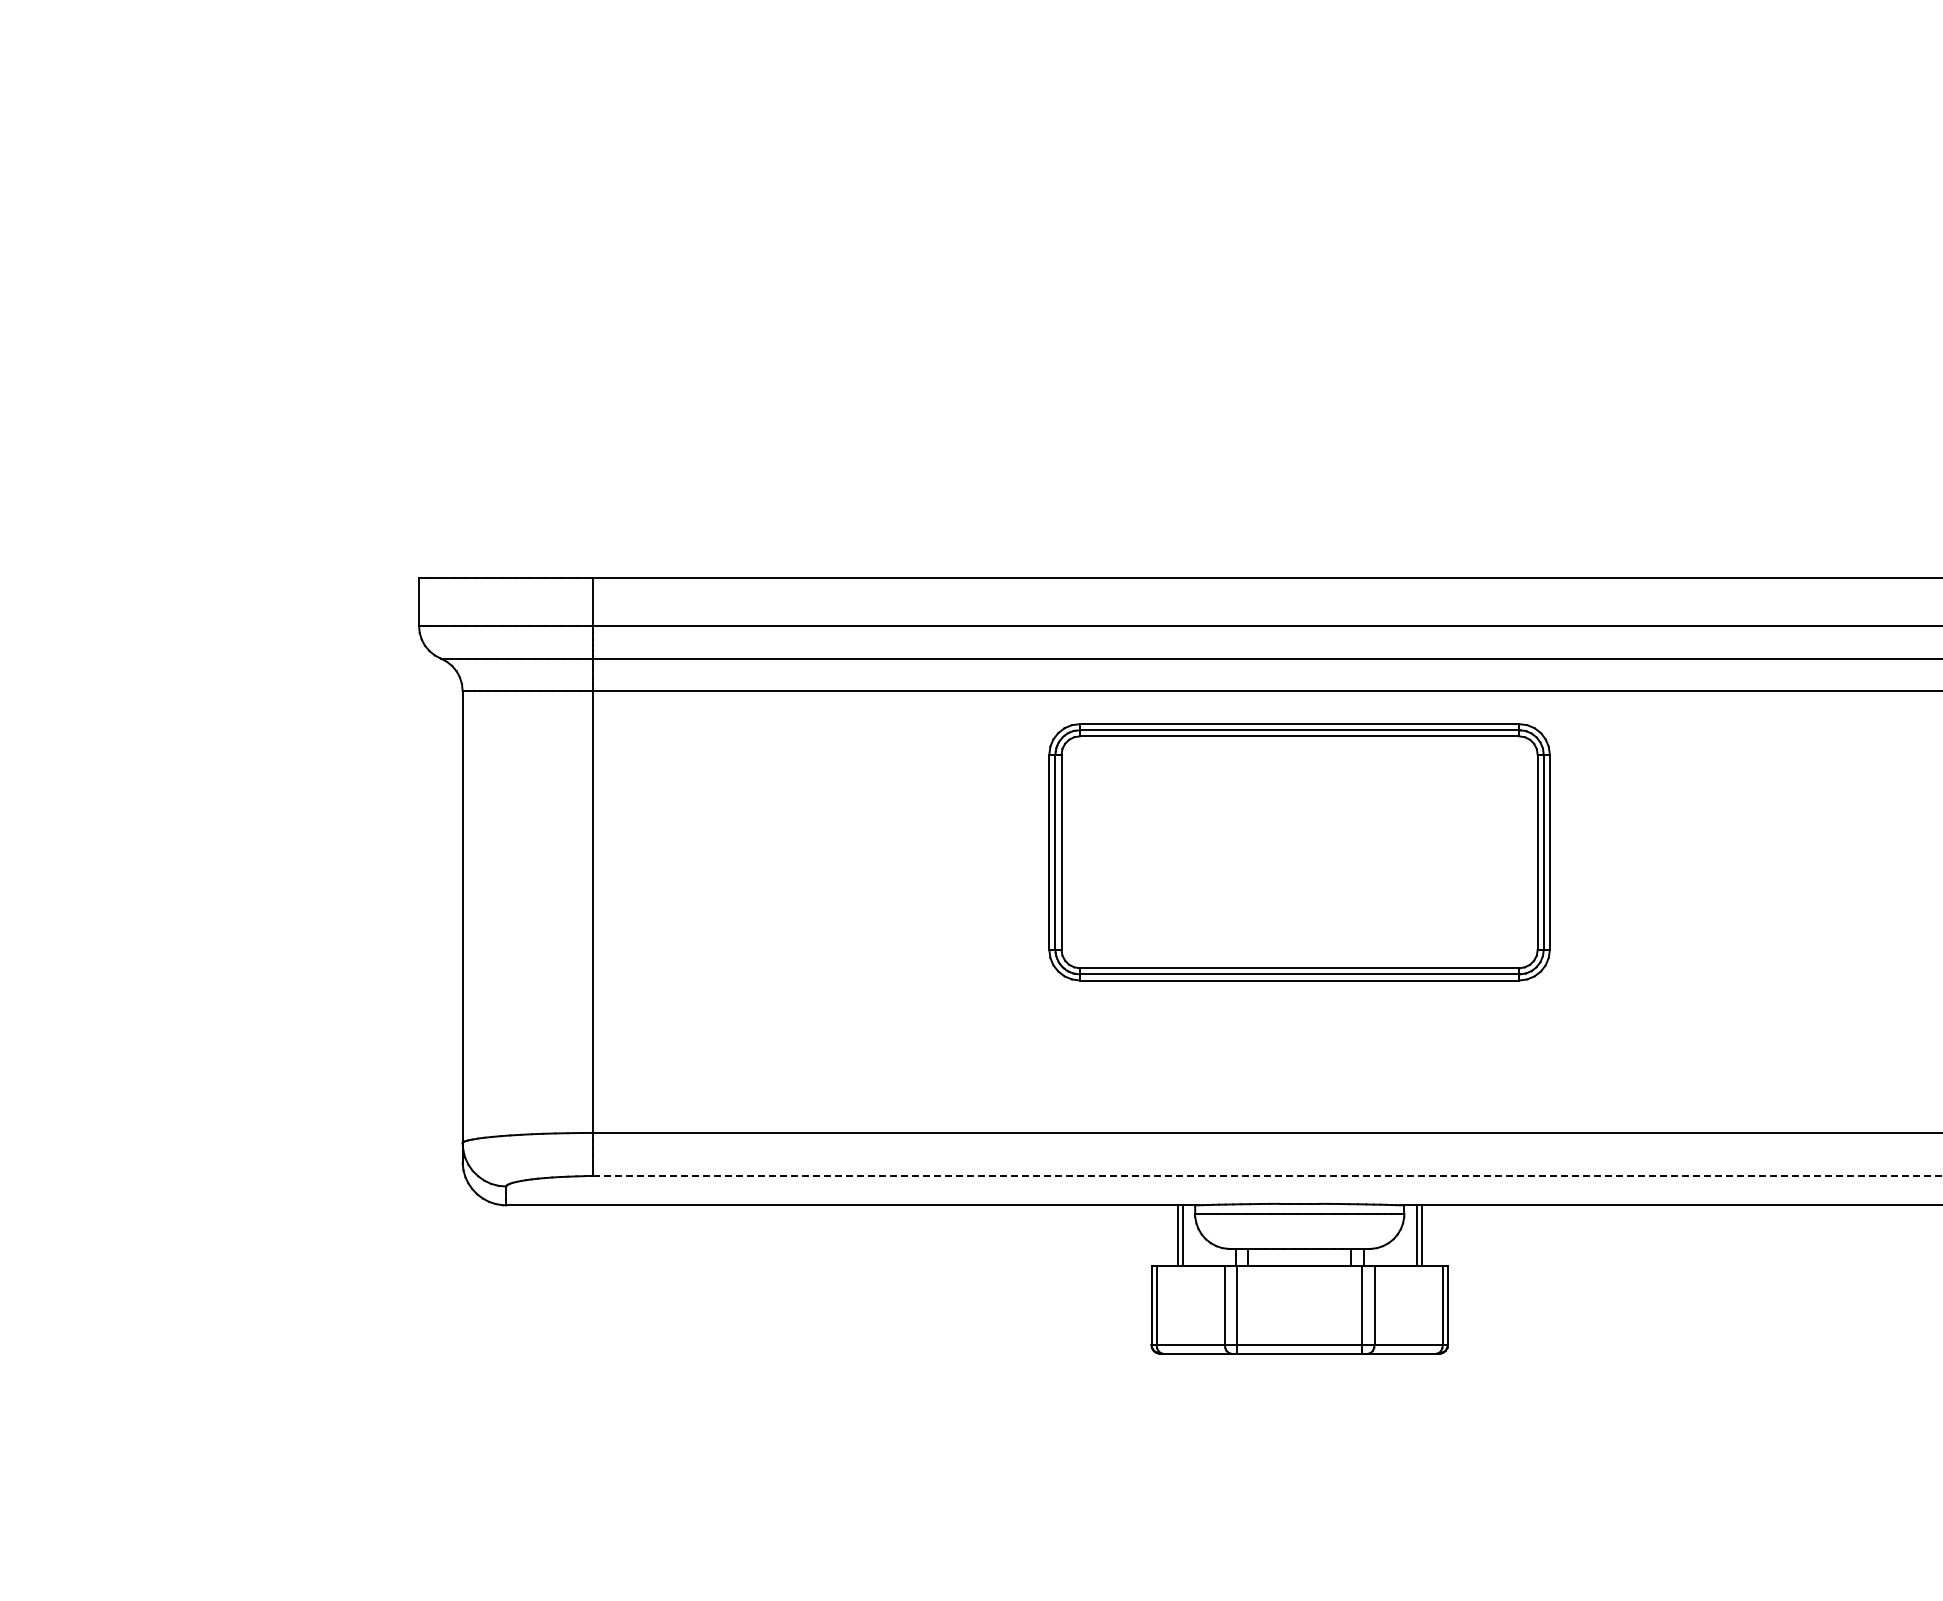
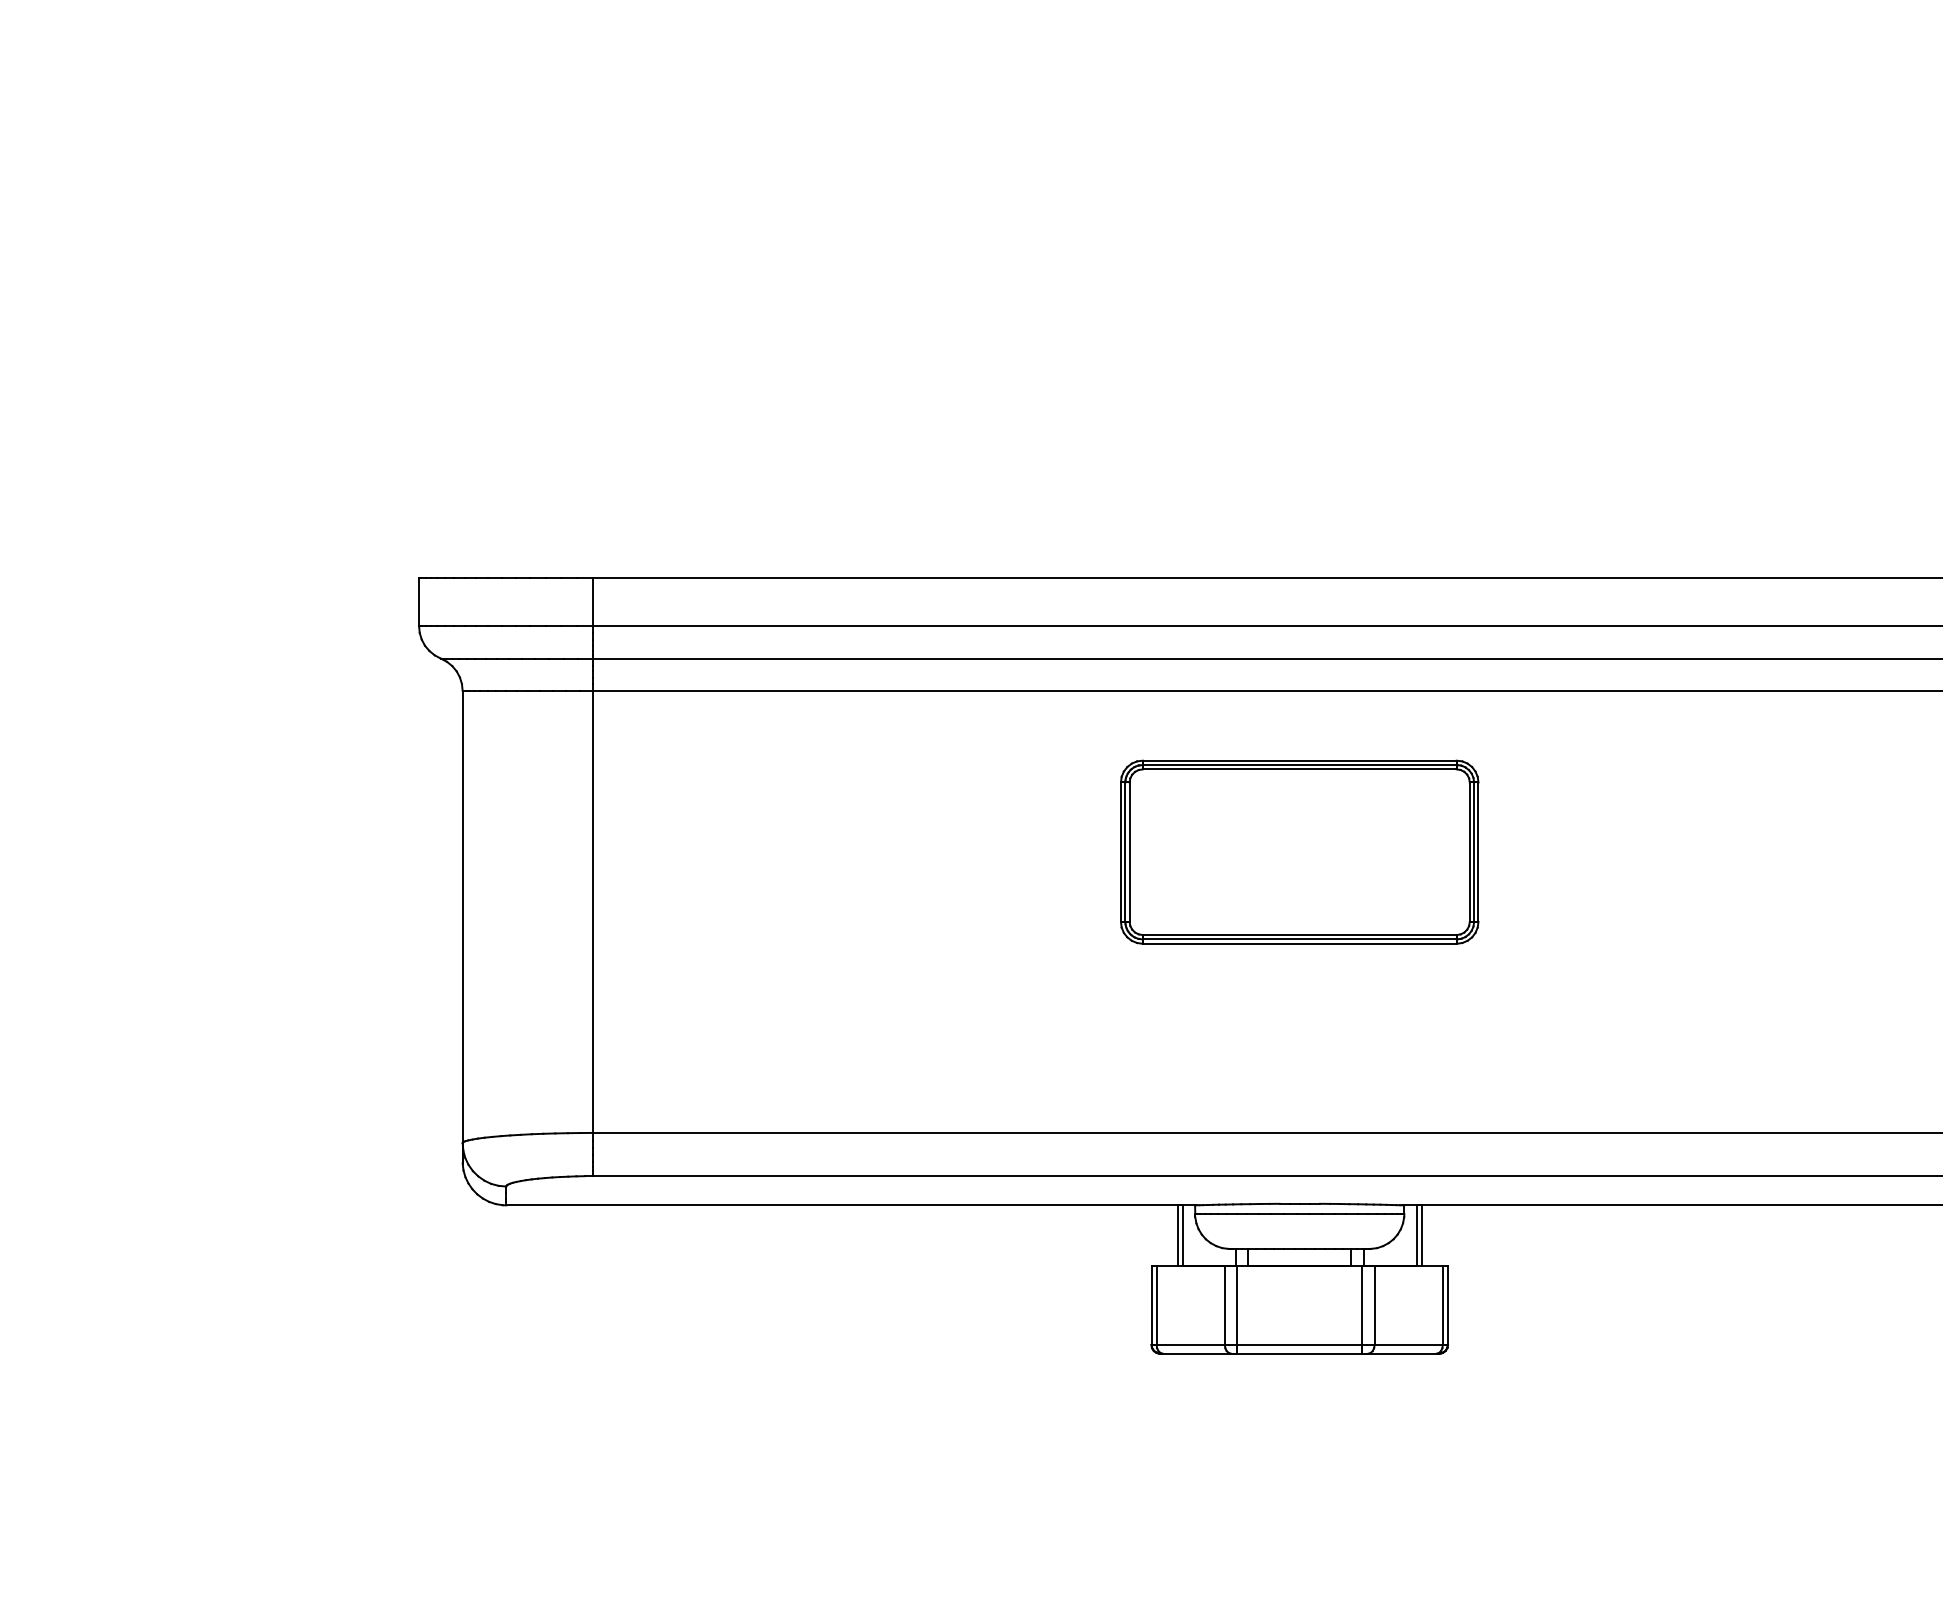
part at (1299, 852) size: 503x259 px -> 360x186 px
line at (1268, 1176): dashed -> solid
